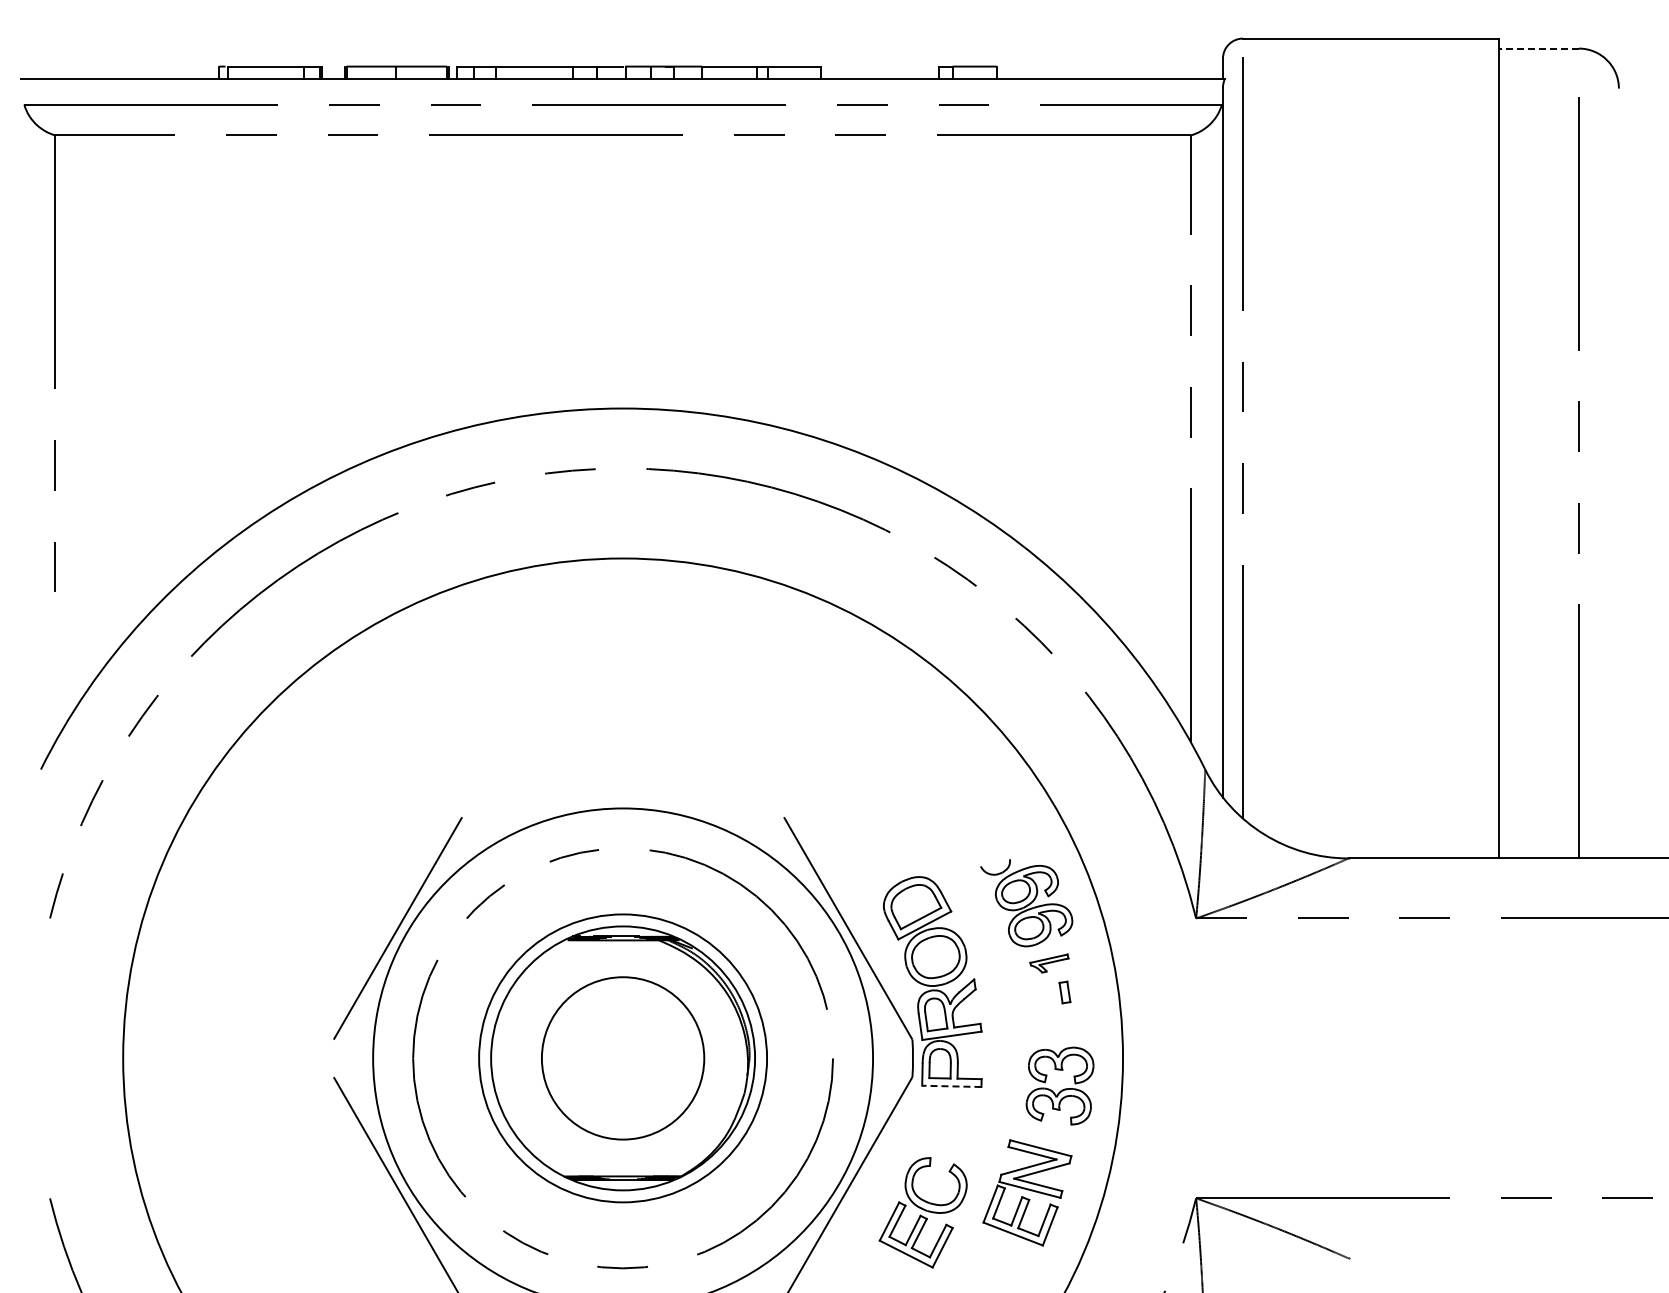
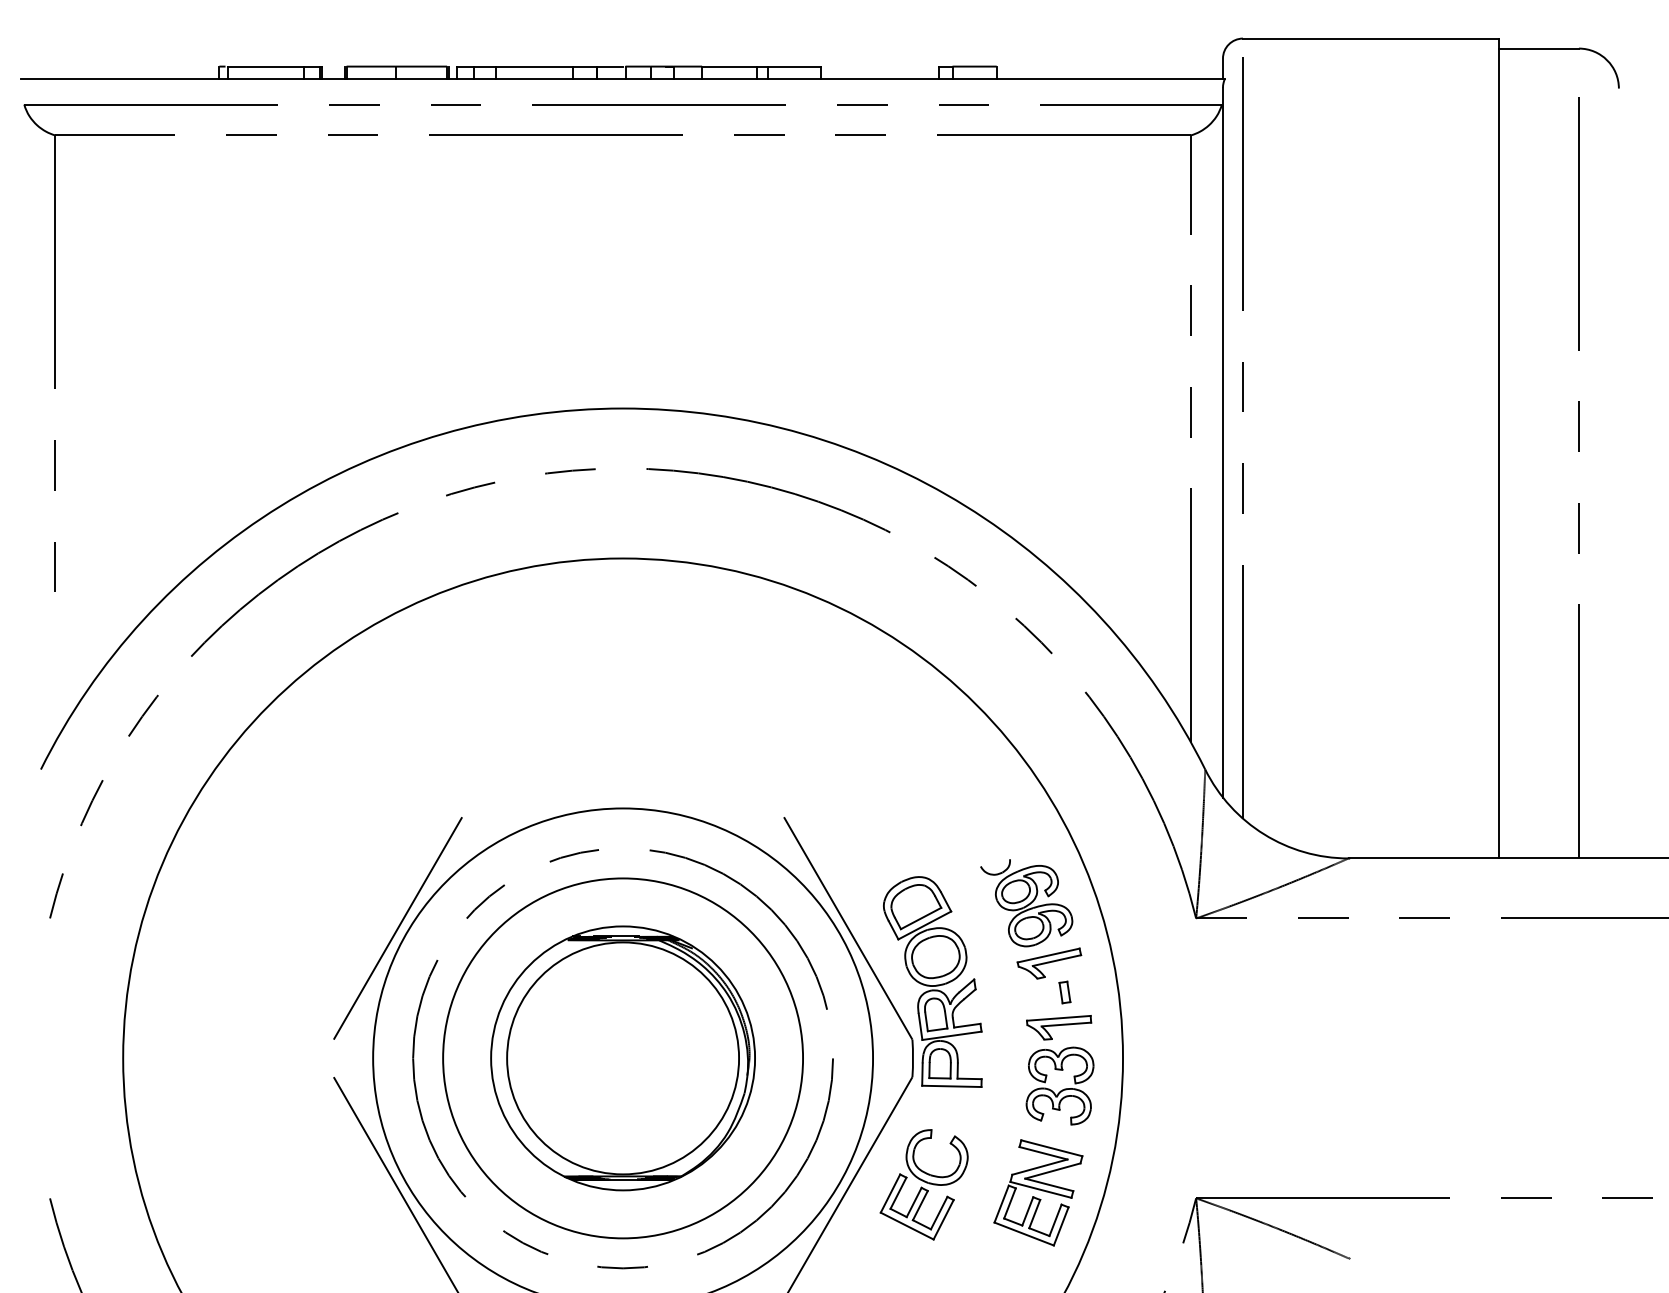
line at (1538, 48): dashed -> solid
part at (1049, 963) size: 41x21 px -> 67x33 px
part at (1059, 1027): none -> present
circle at (622, 1058) diameter: 162 px -> 232 px
circle at (623, 1058) diameter: 288 px -> 360 px
line at (951, 1086): dashed -> solid
part at (1027, 1192) position: (1027, 1192) -> (1038, 1192)
part at (922, 1212) position: (922, 1212) -> (923, 1184)
